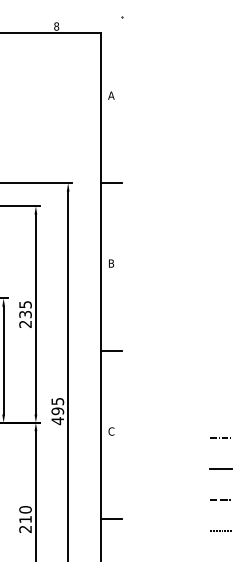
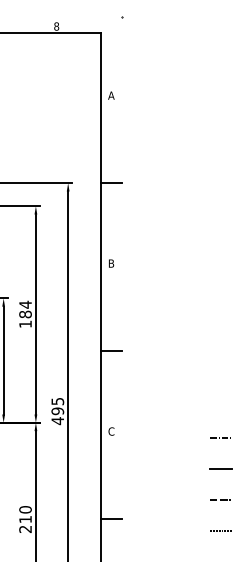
text at (25, 313): 235 -> 184
